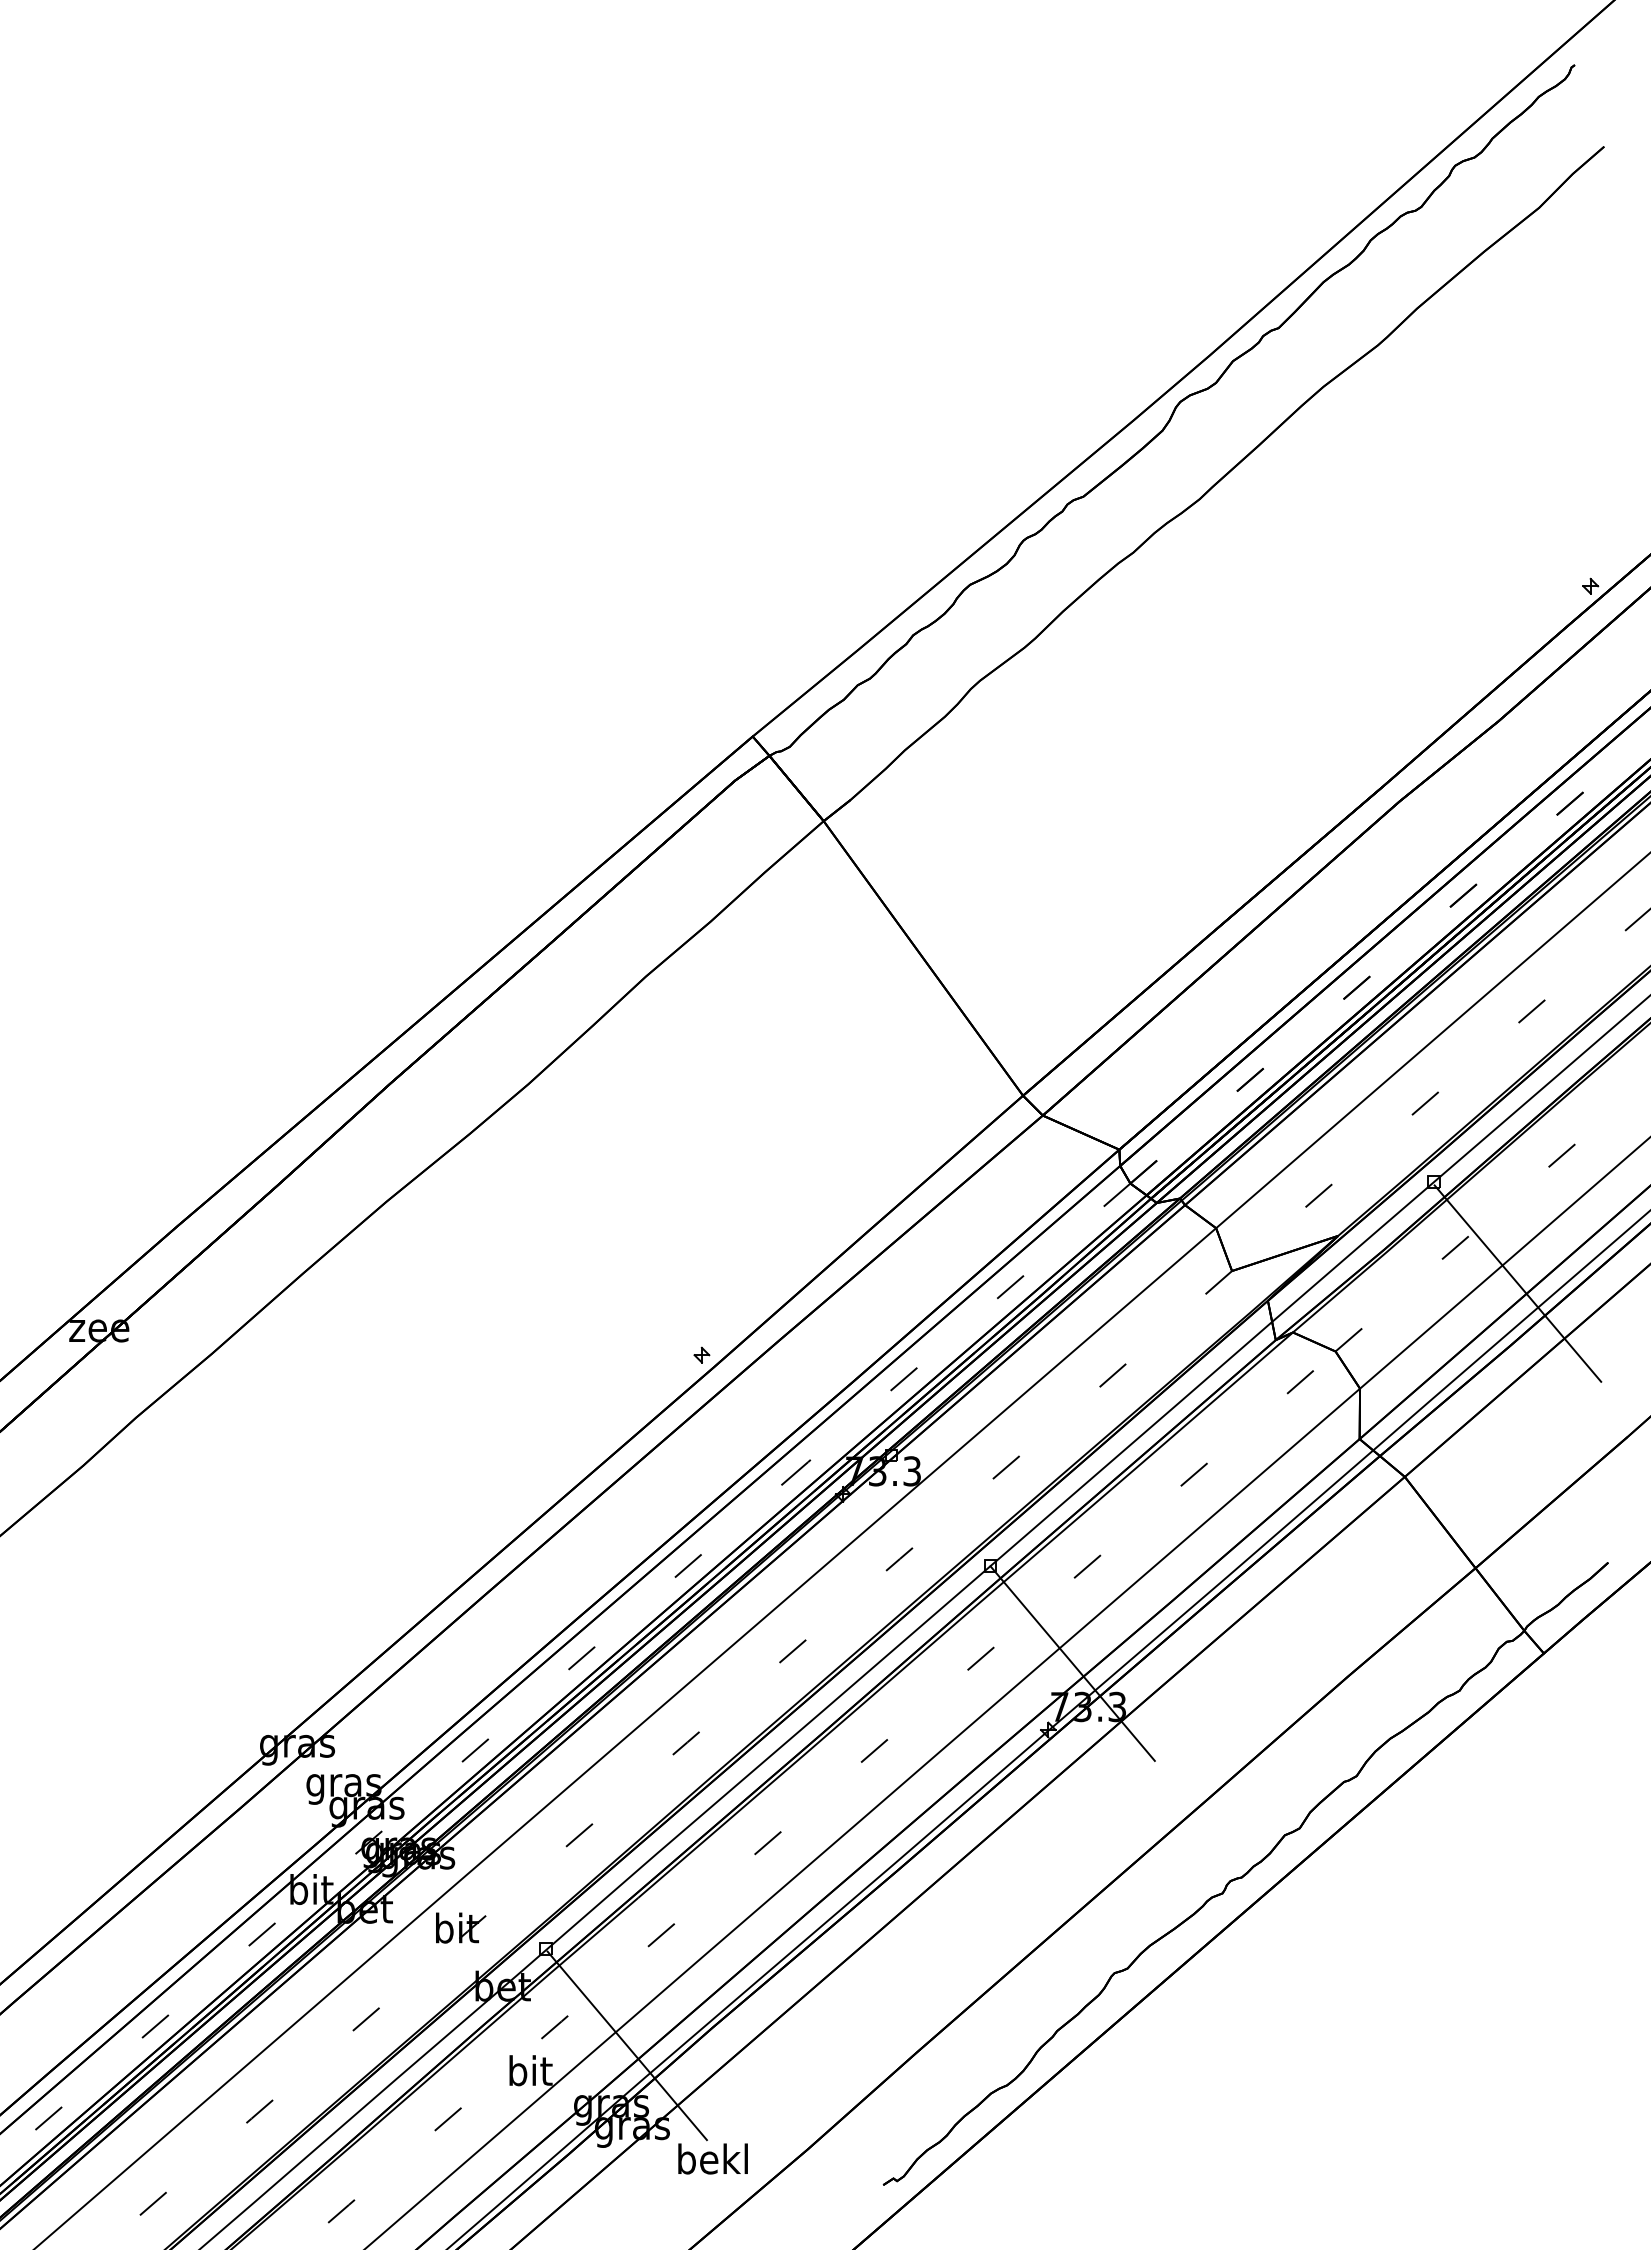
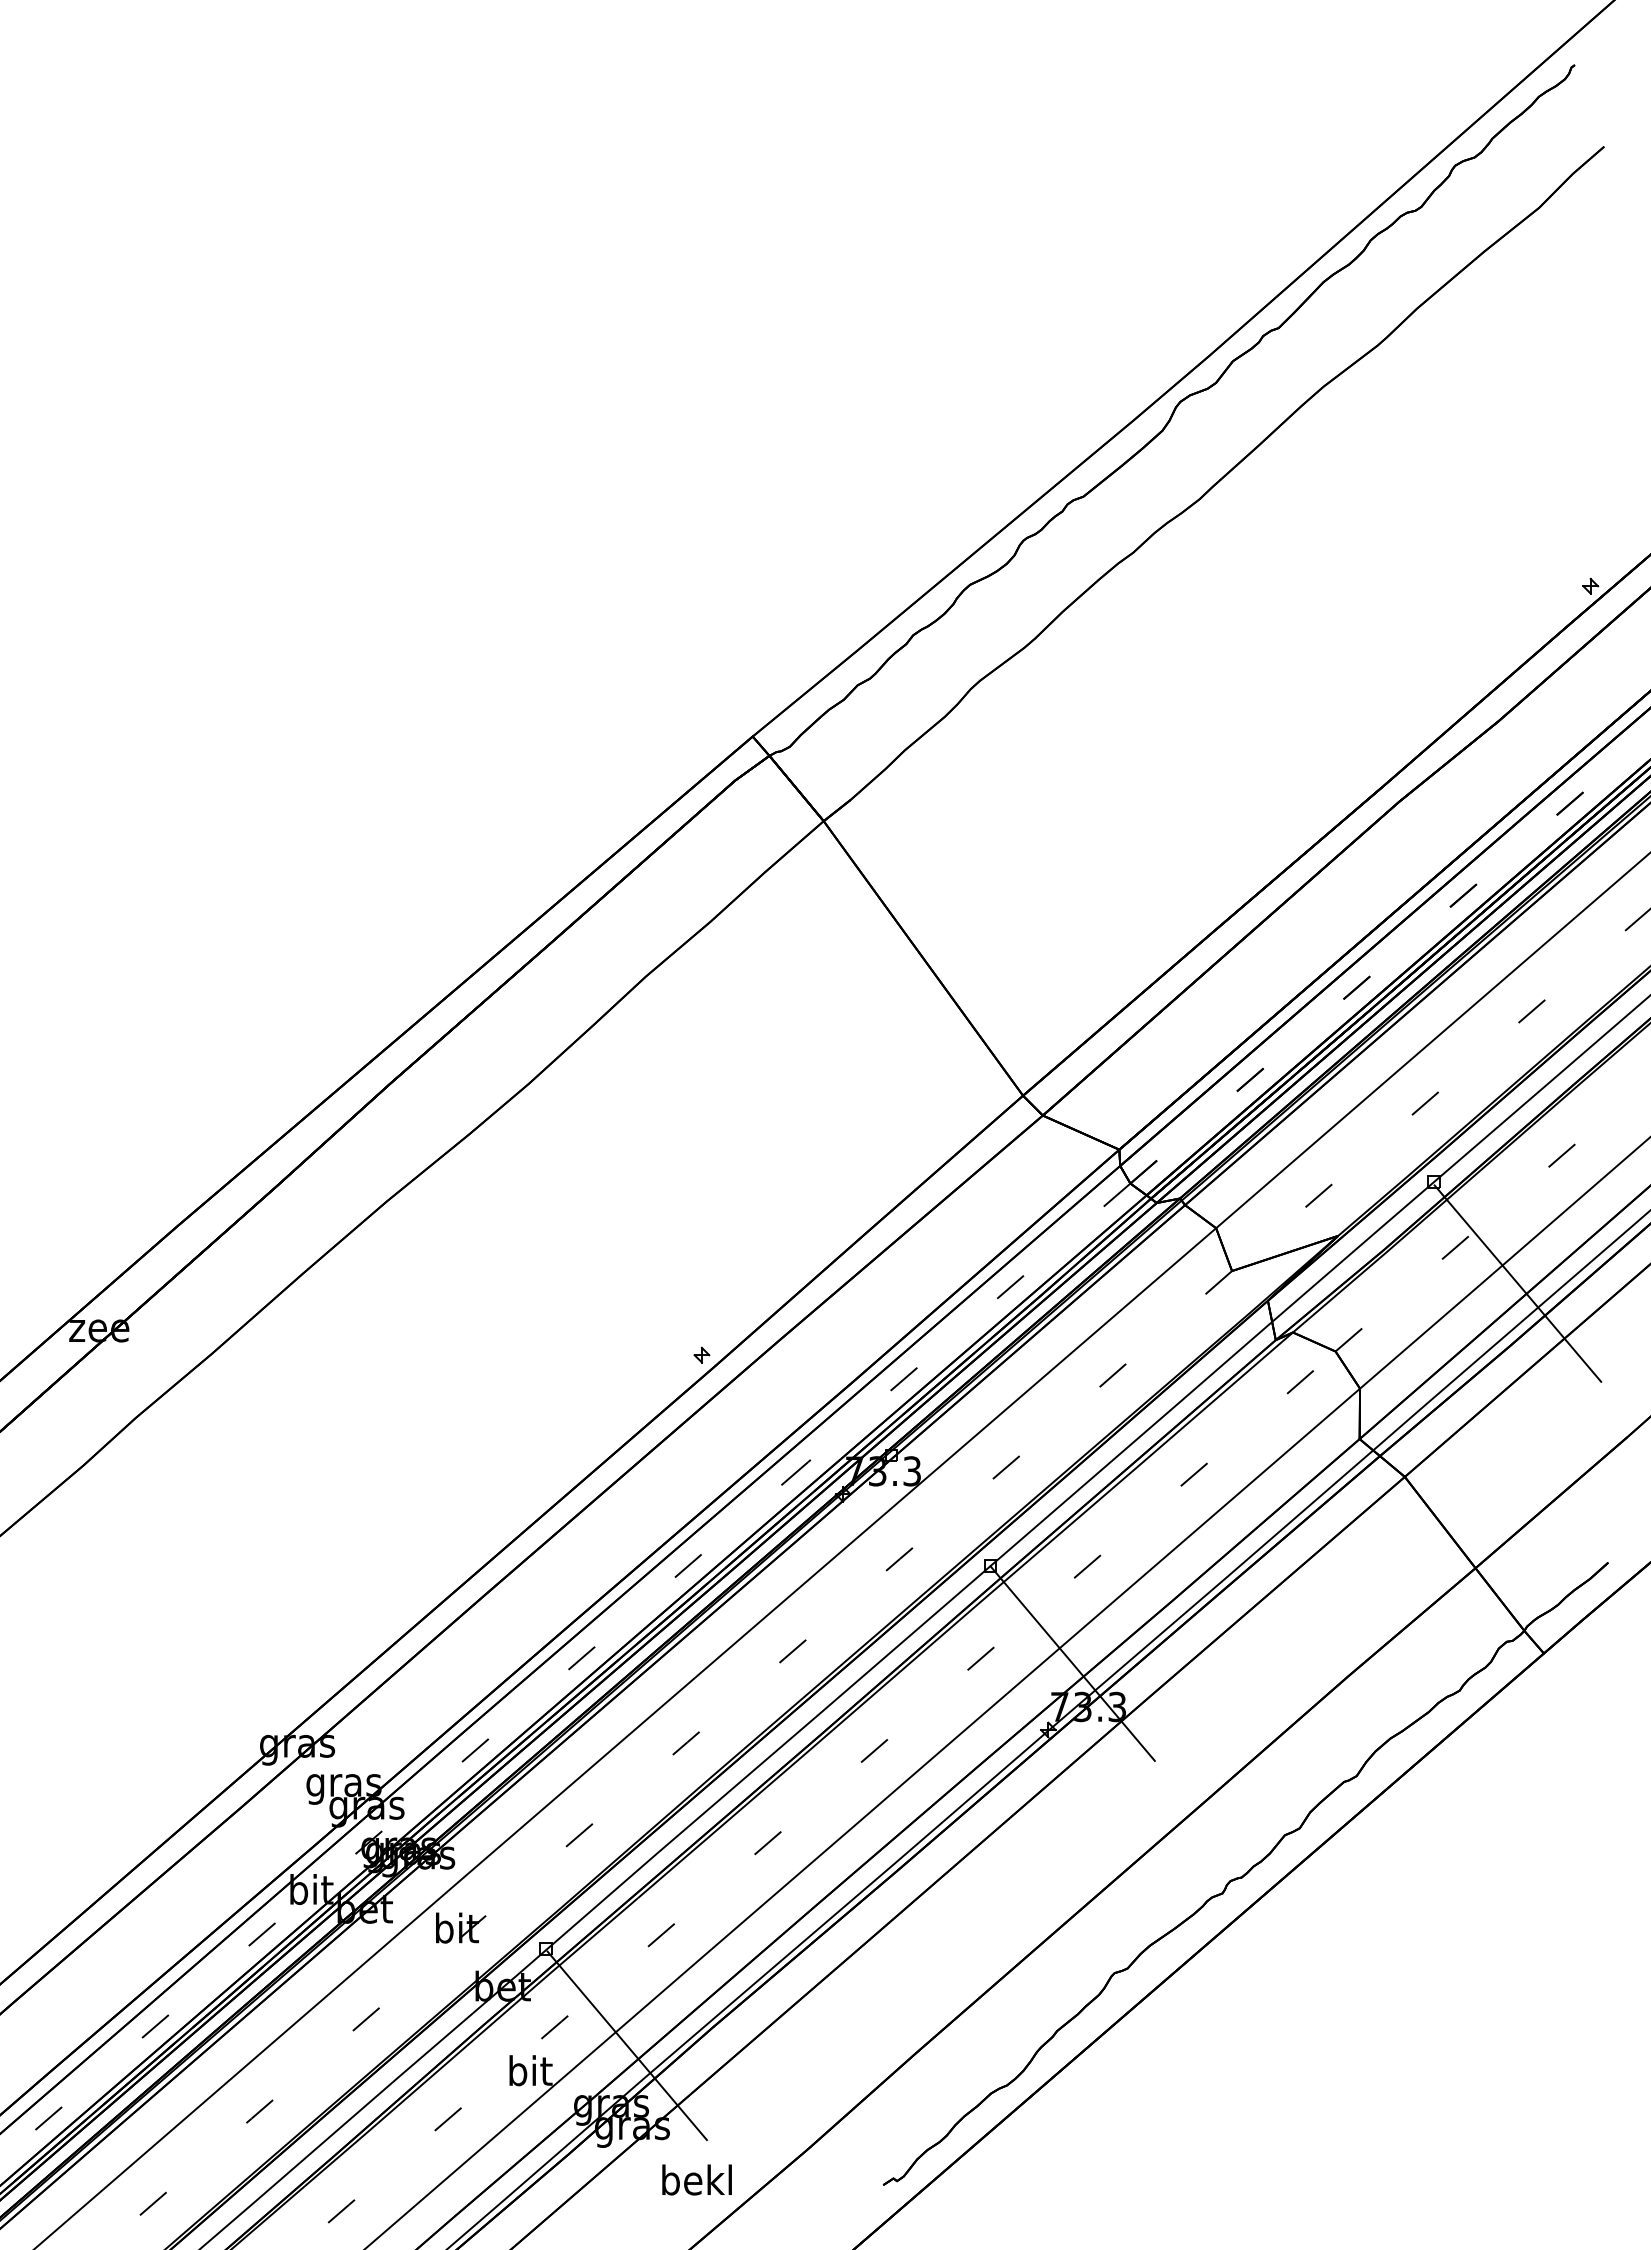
text at (712, 2158) position: (712, 2158) -> (696, 2179)
